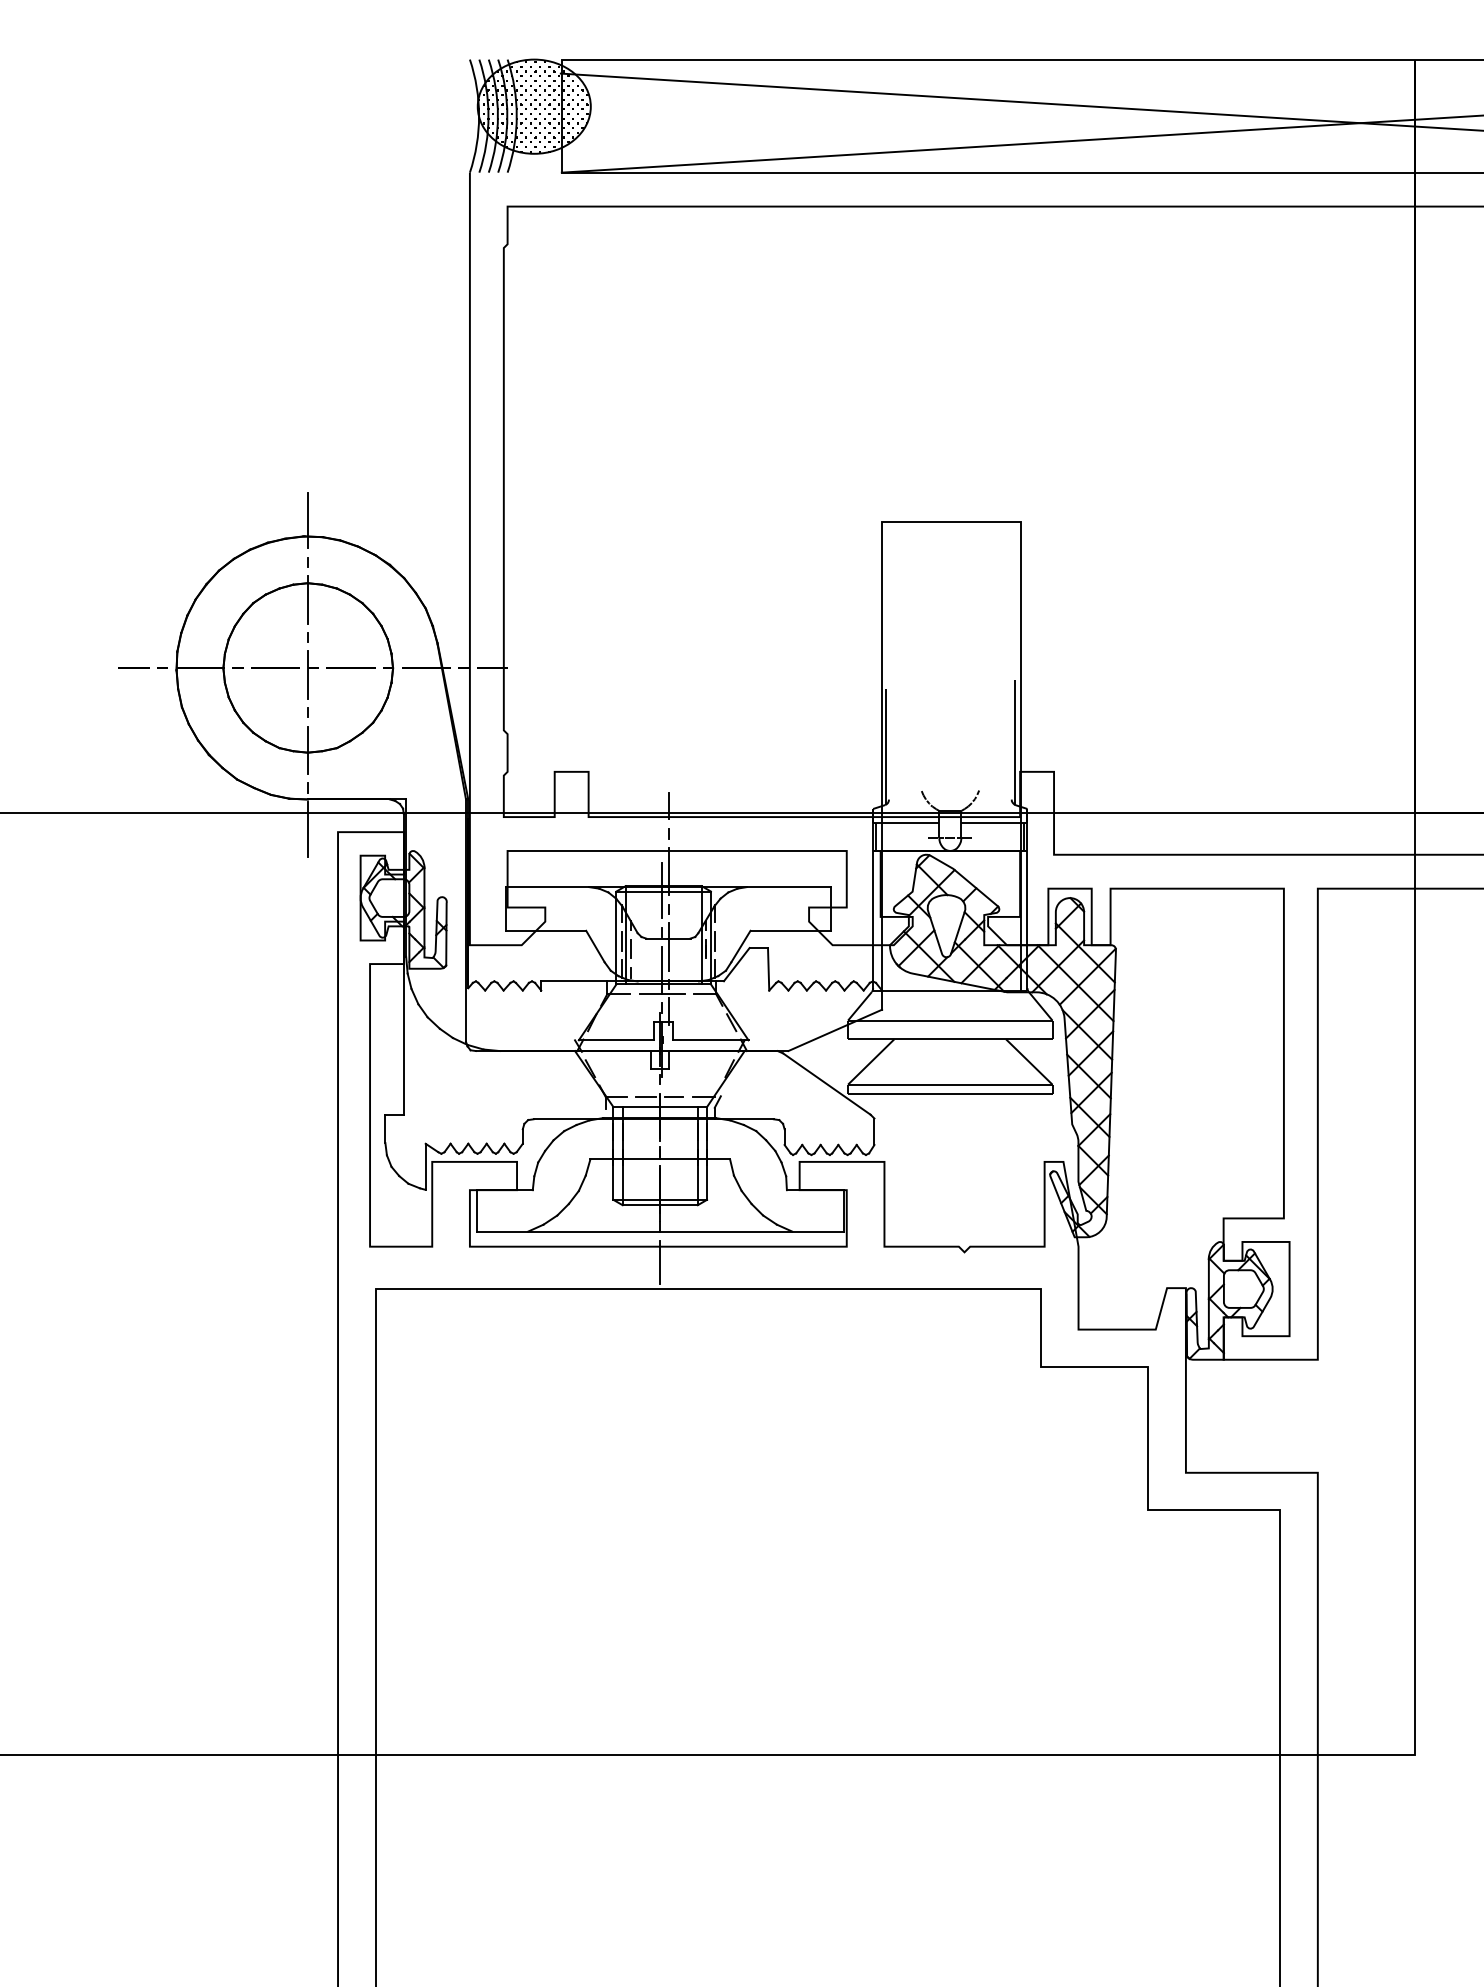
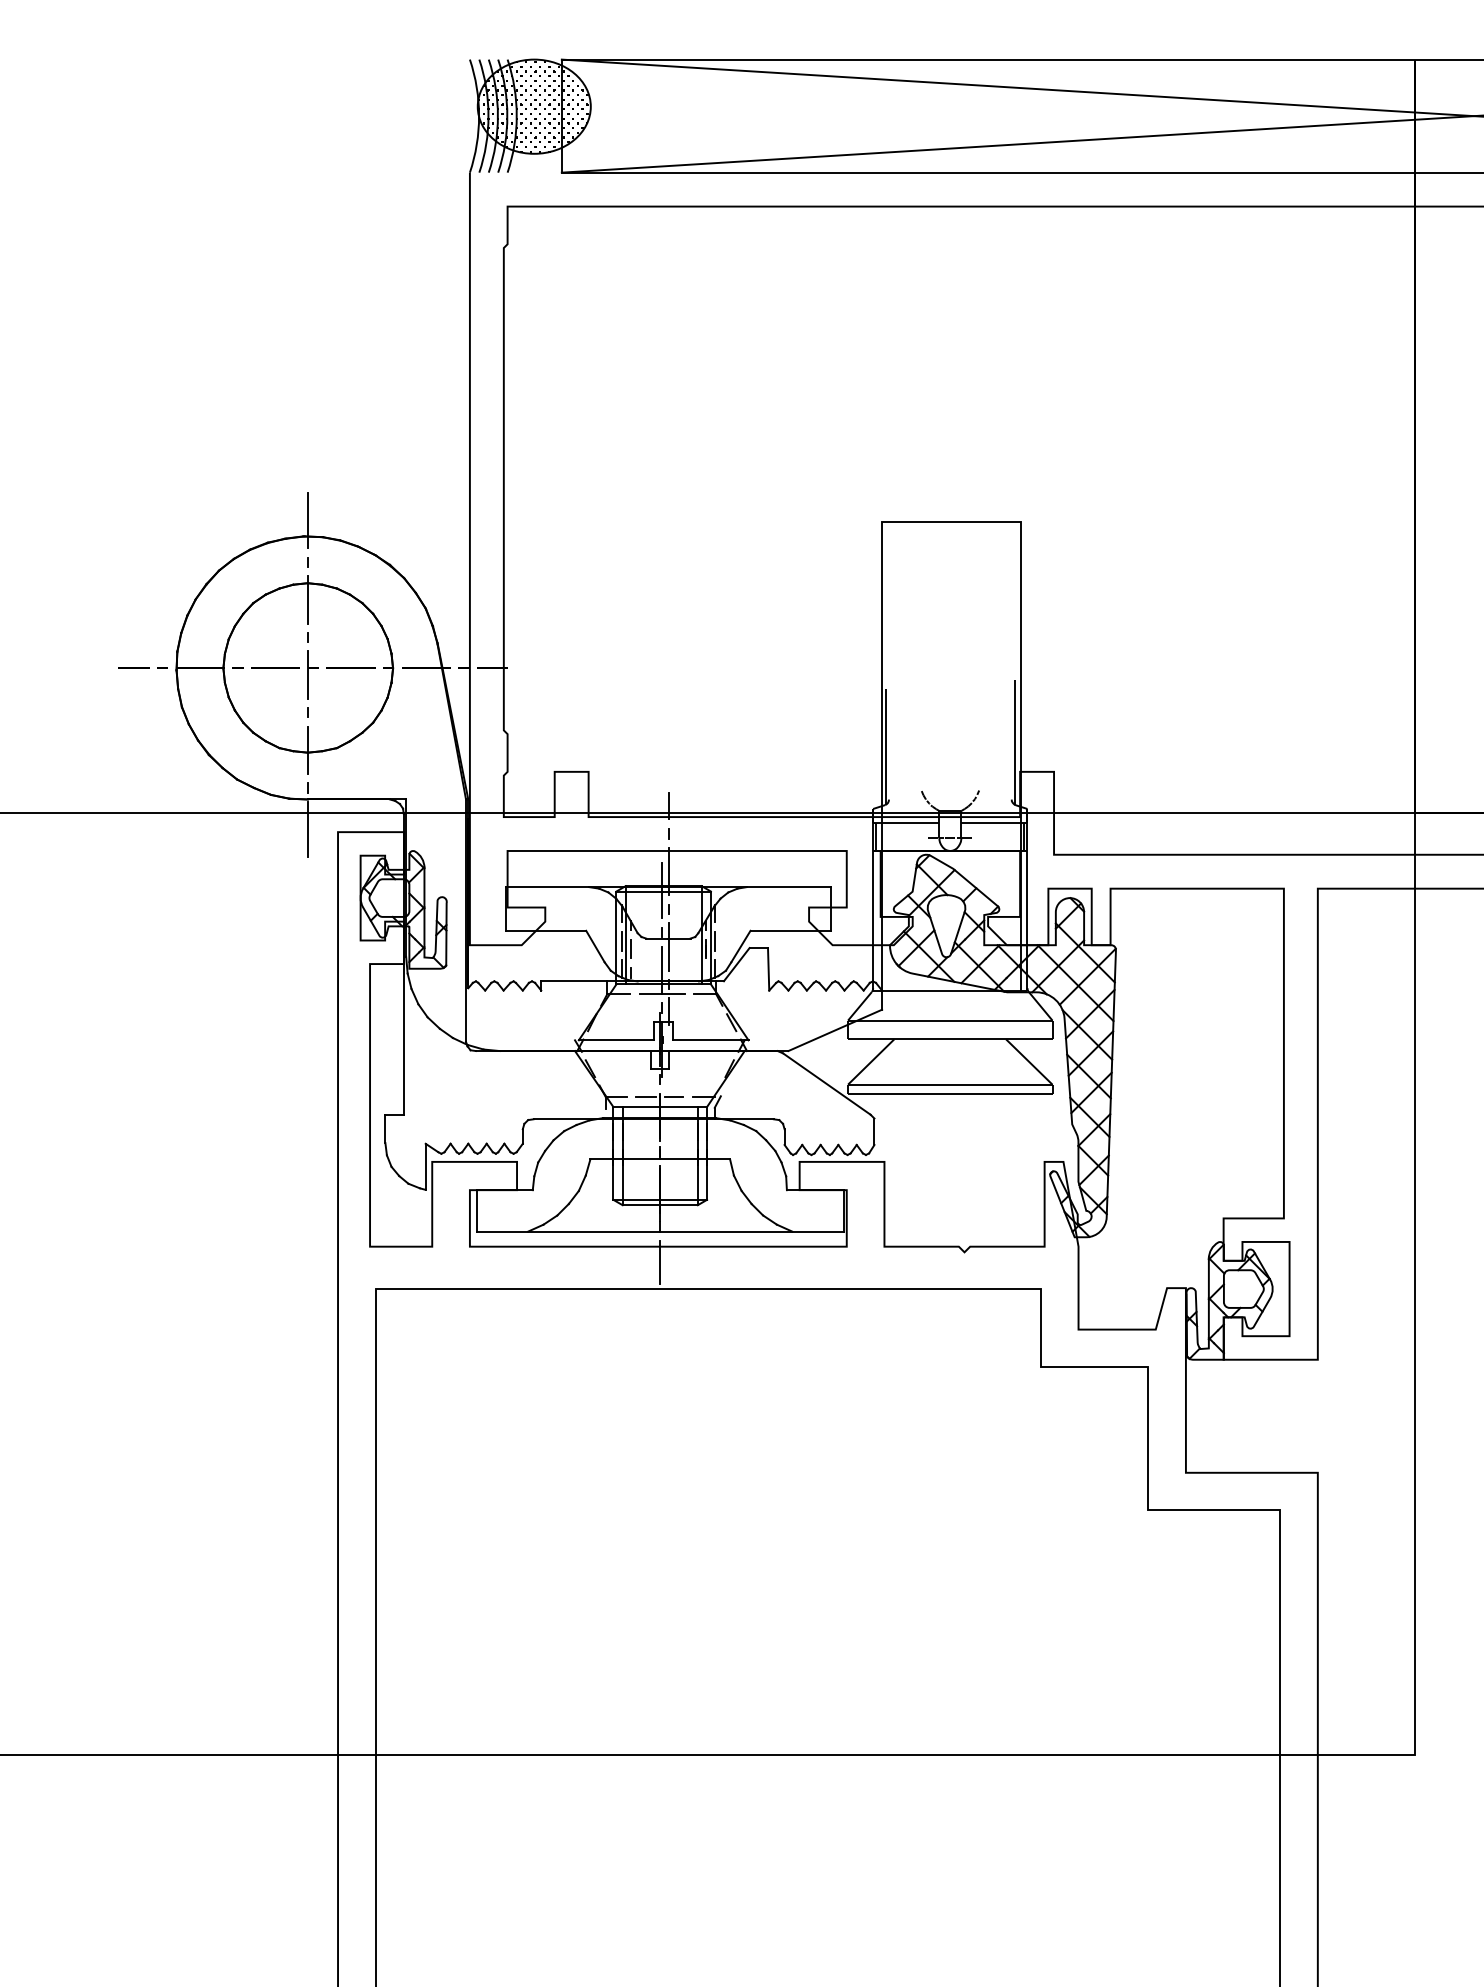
line at (1020, 101) position: (1020, 101) -> (1020, 87)
